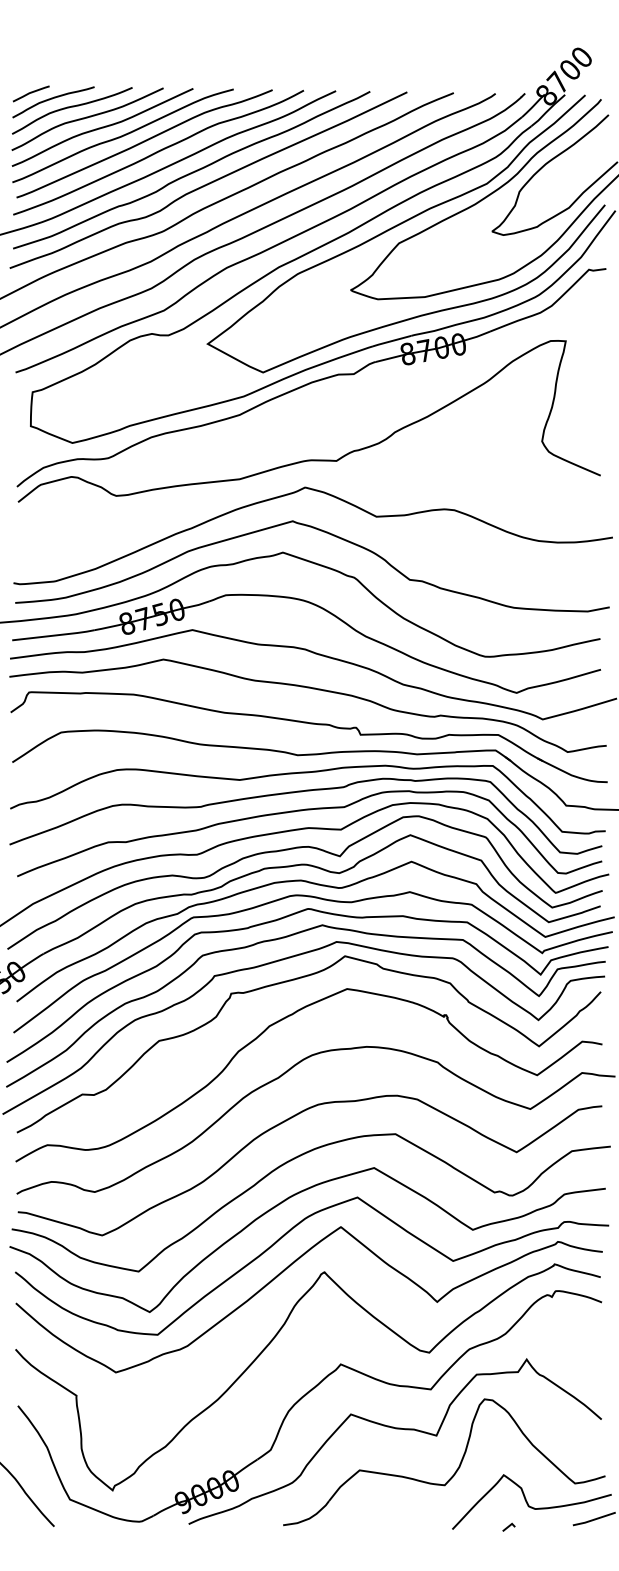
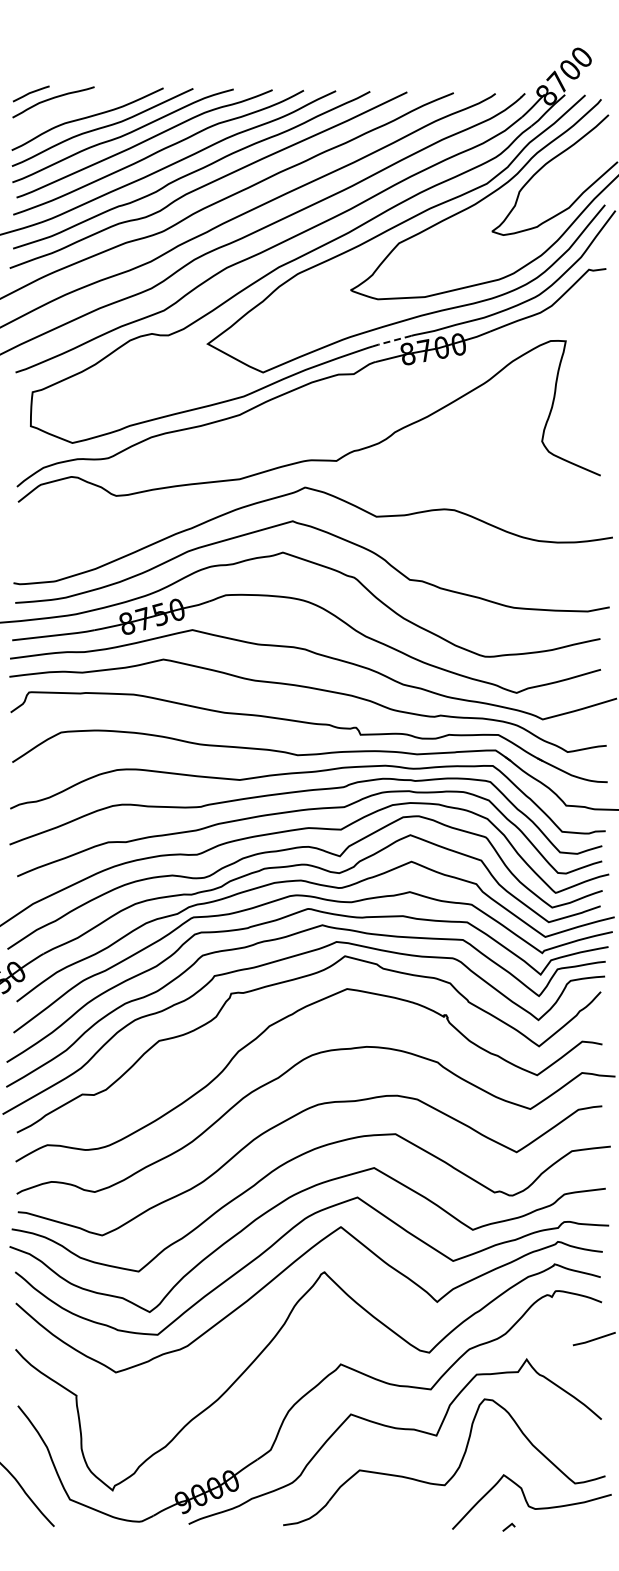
curve at (72, 107): present -> none
line at (392, 341): solid -> dashed
line at (593, 1519) position: (593, 1519) -> (593, 1339)
